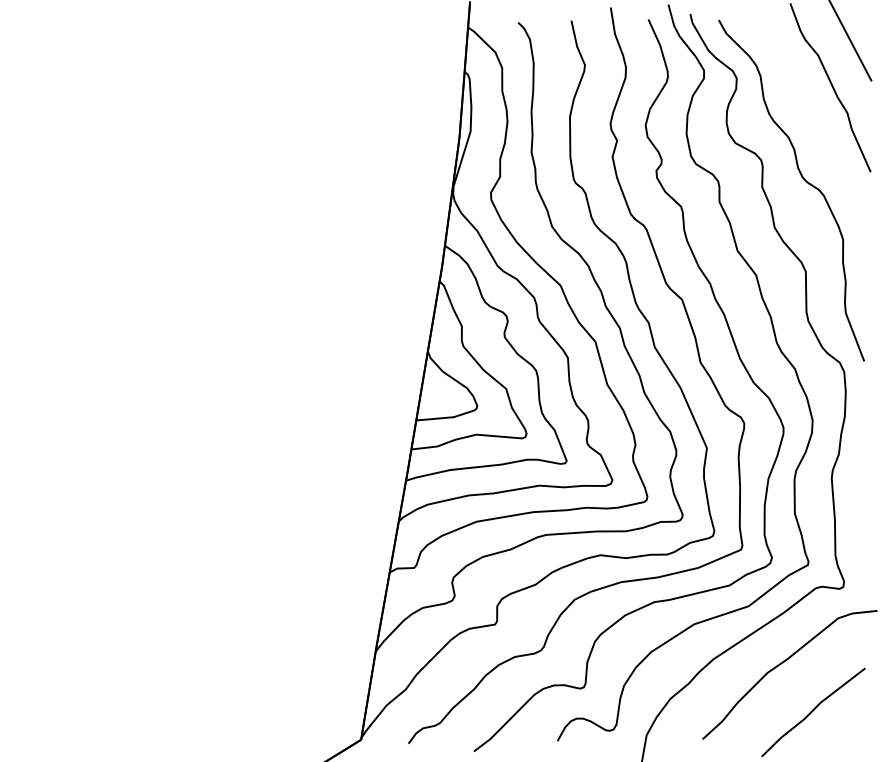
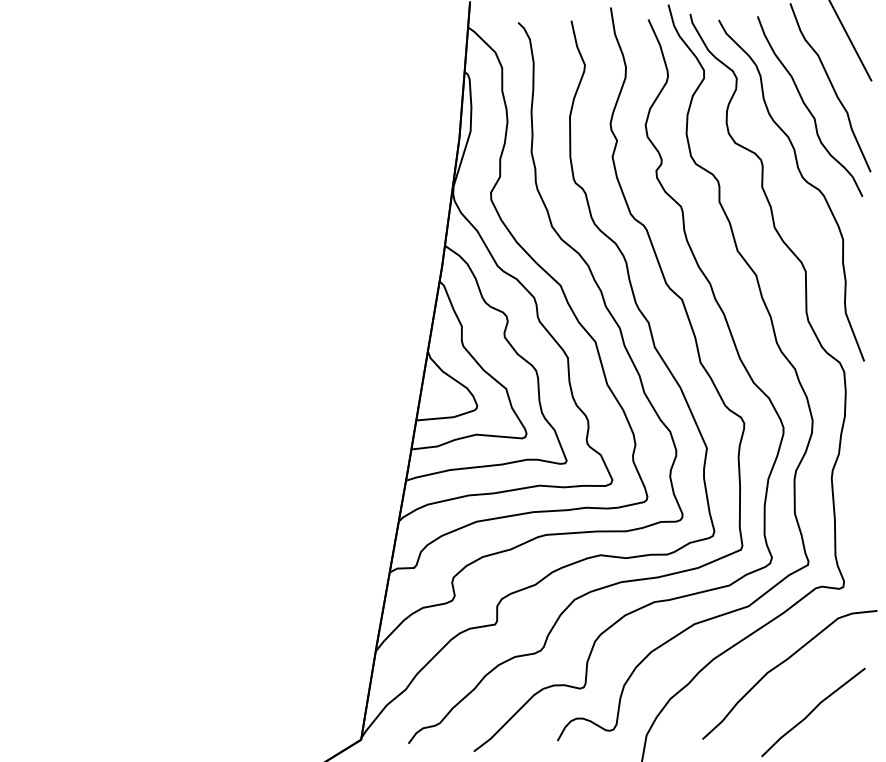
curve at (808, 107): none -> present
